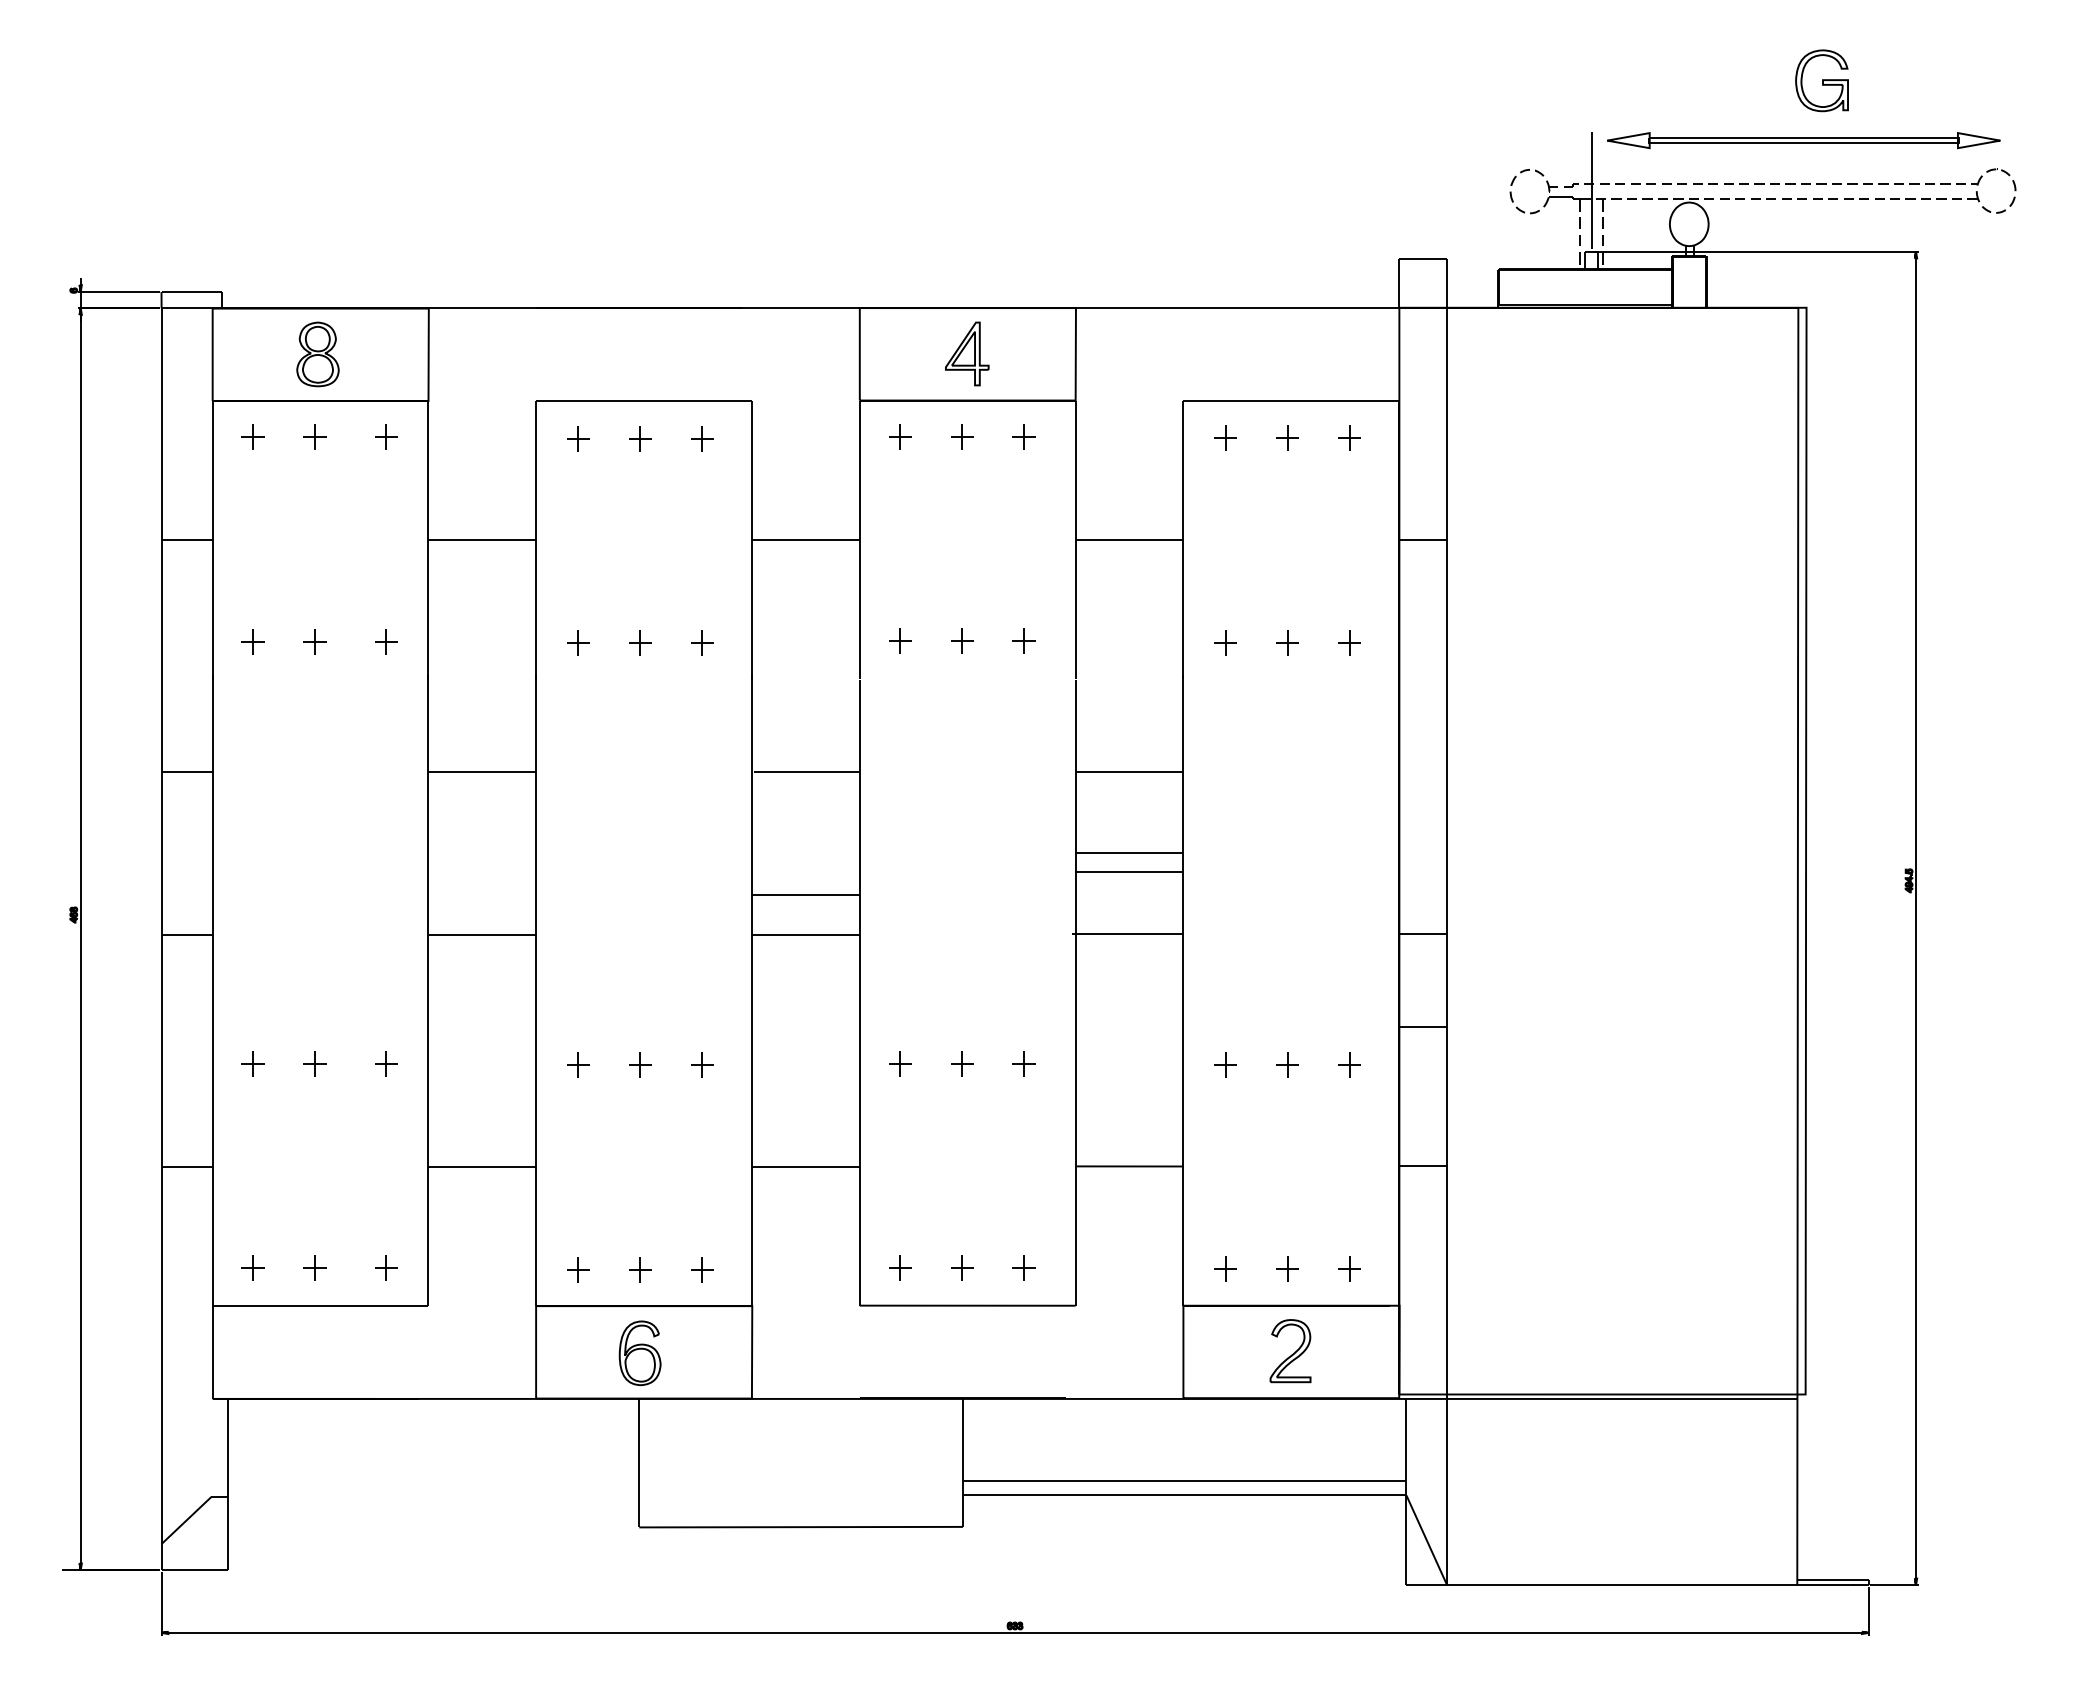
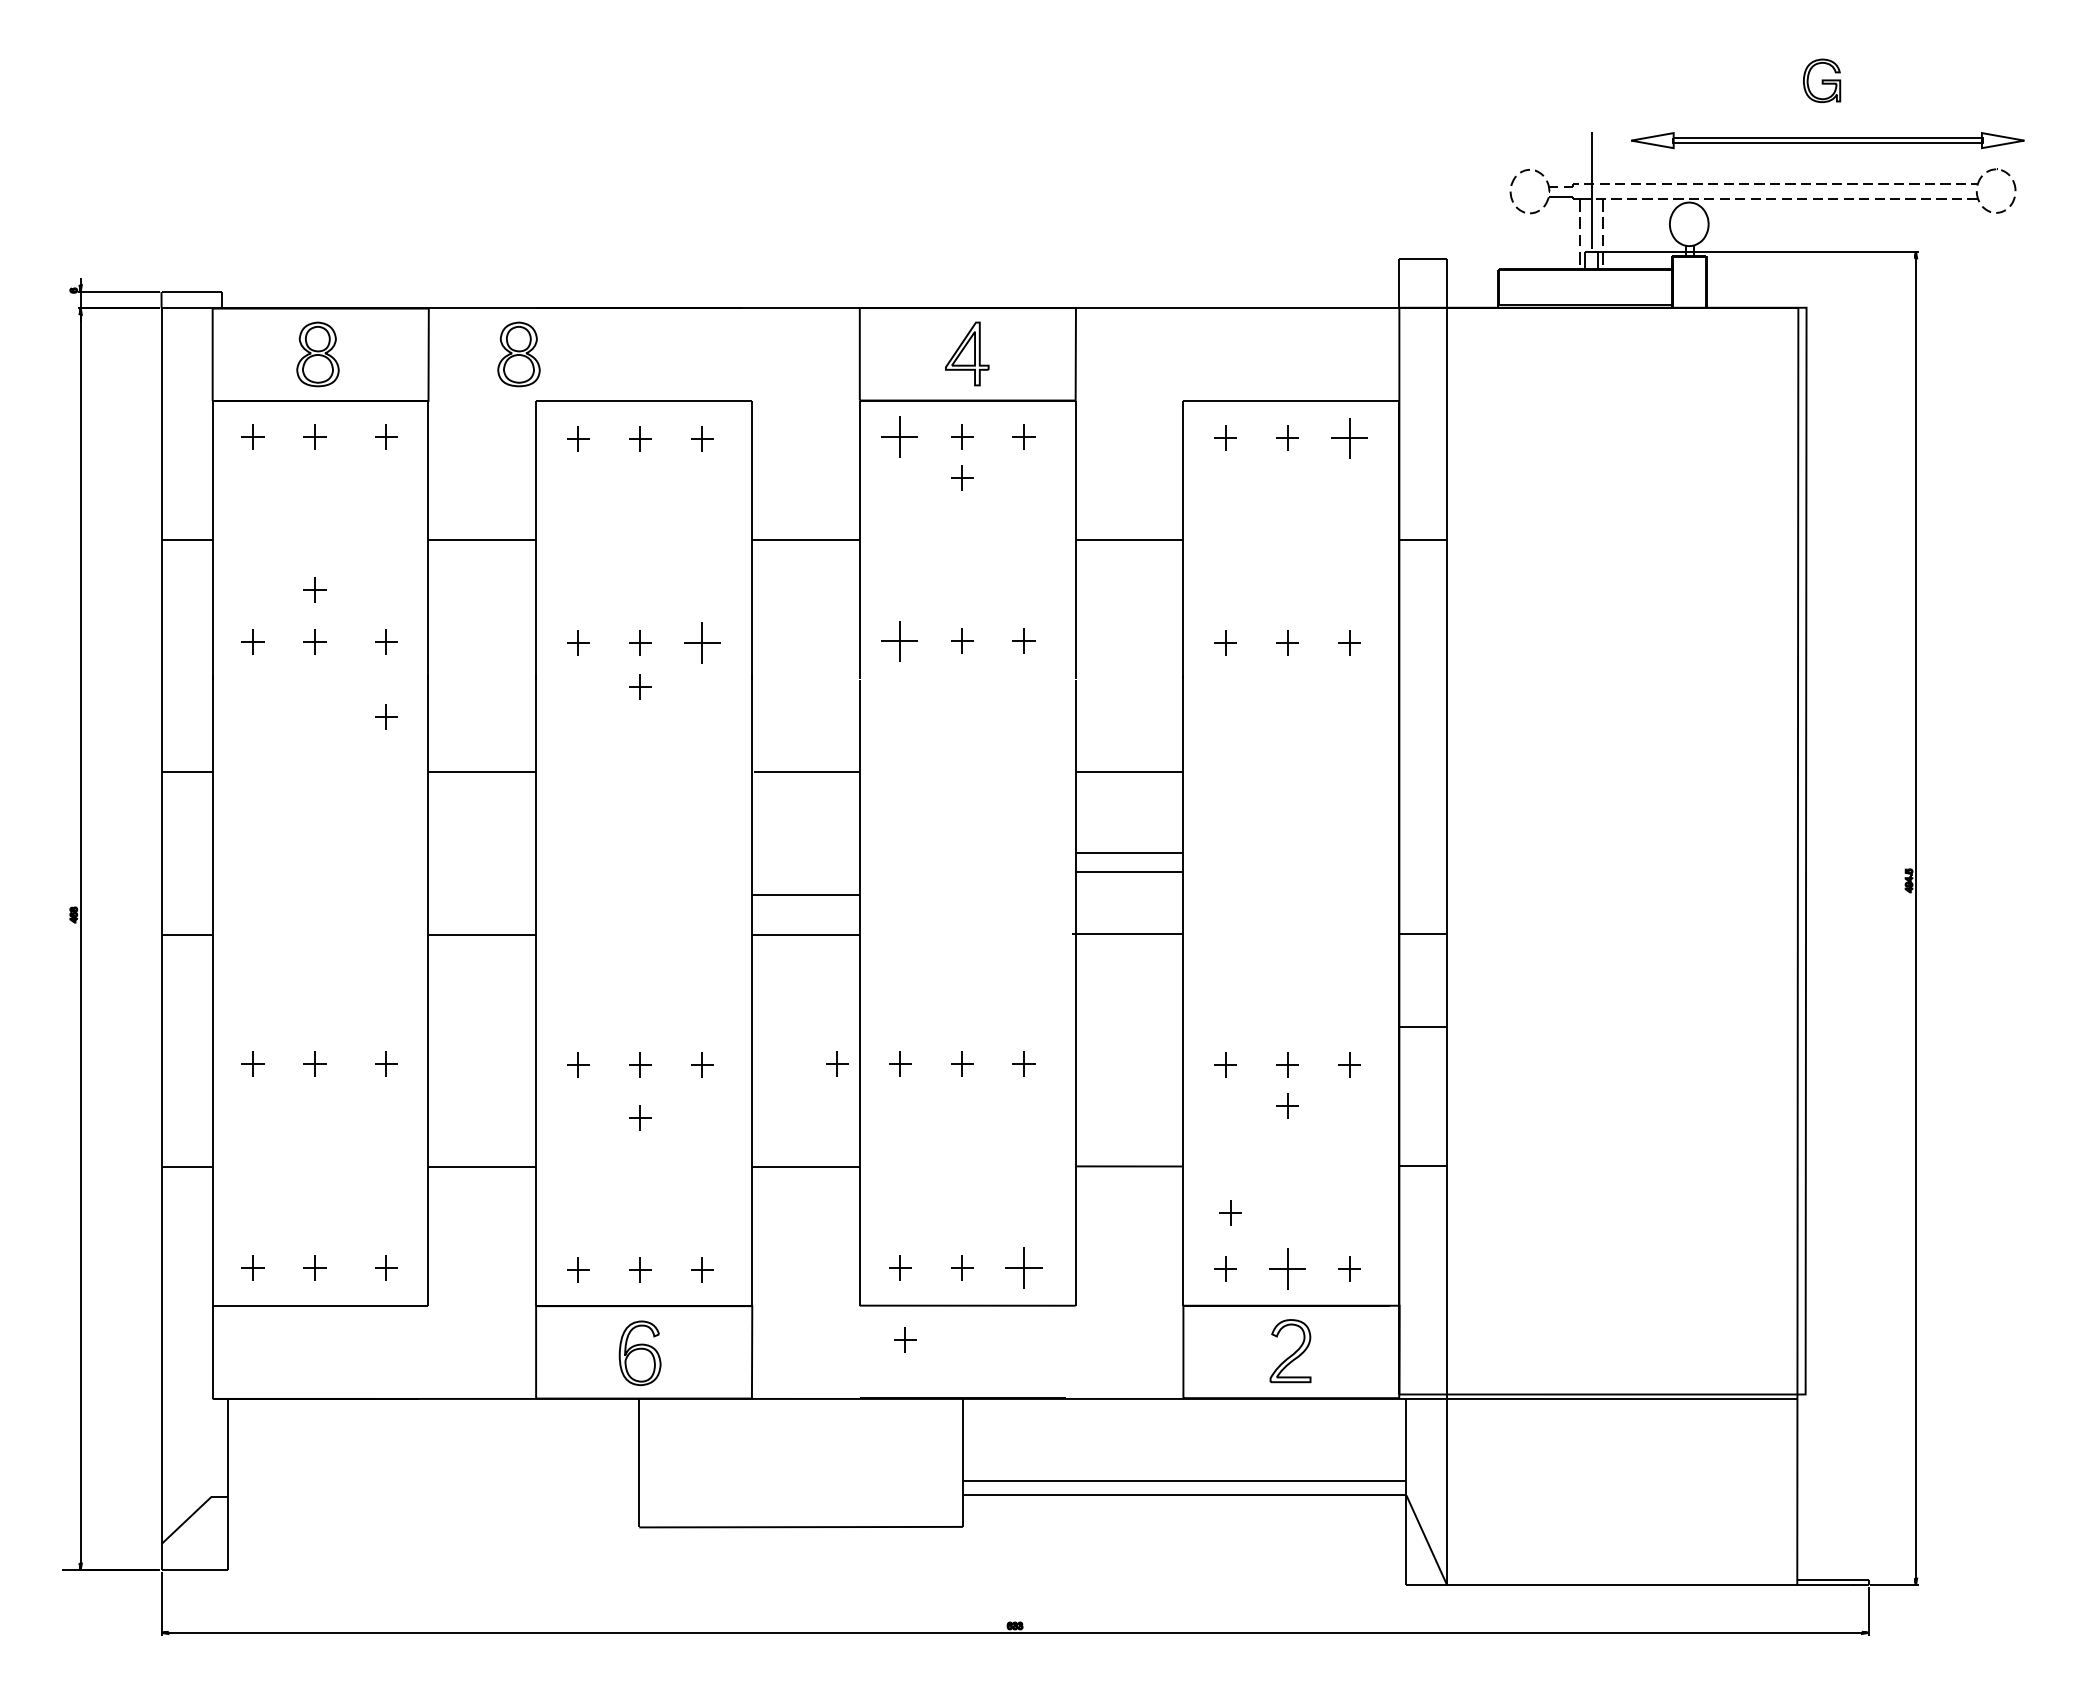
part at (1821, 80) size: 54x64 px -> 39x45 px
part at (1803, 140) position: (1803, 140) -> (1827, 140)
part at (518, 354): none -> present
part at (900, 436) size: 23x26 px -> 37x42 px
part at (1349, 437) size: 23x26 px -> 37x41 px
part at (962, 477): none -> present
part at (314, 589): none -> present
part at (900, 640) size: 23x26 px -> 37x41 px
part at (702, 642) size: 23x26 px -> 37x42 px
part at (640, 686): none -> present
part at (386, 716): none -> present
part at (837, 1063): none -> present
part at (1287, 1105): none -> present
part at (640, 1117): none -> present
part at (1230, 1212): none -> present
part at (1023, 1267) size: 24x26 px -> 38x42 px
part at (1287, 1268) size: 23x26 px -> 37x42 px
part at (905, 1339): none -> present
